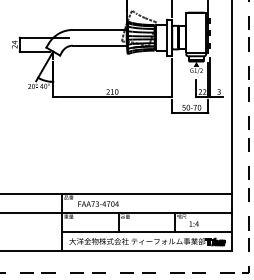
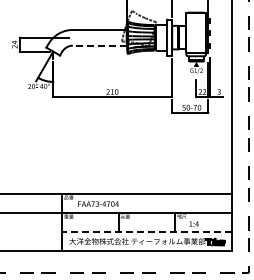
line at (99, 45): solid -> dashed
line at (147, 232): solid -> dashed
